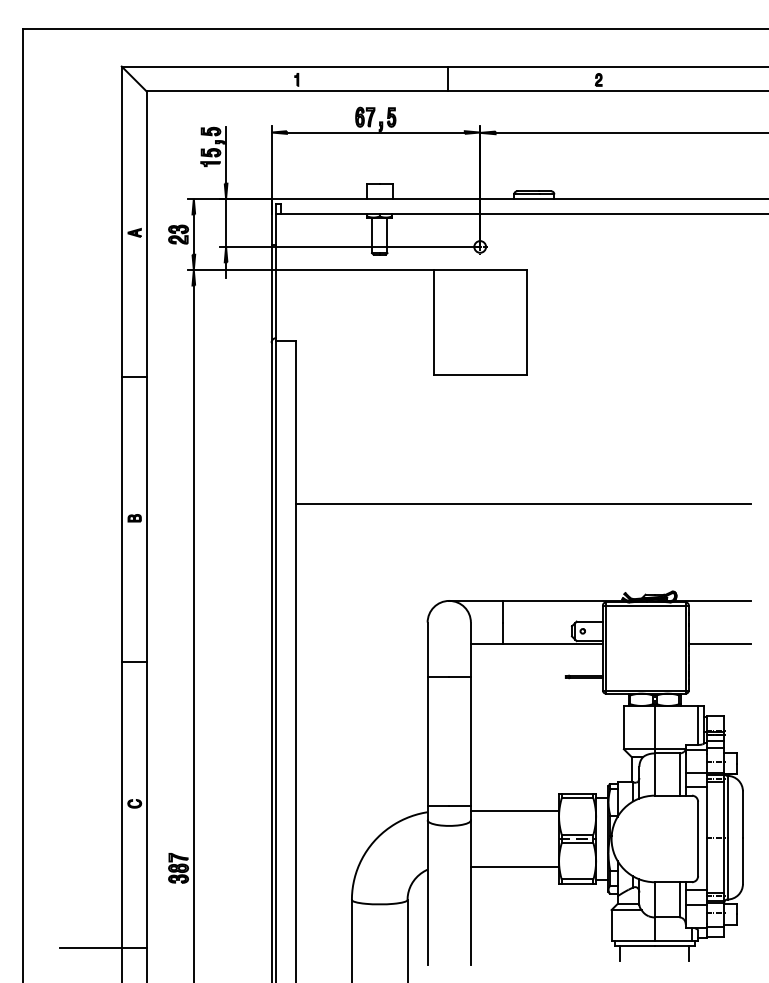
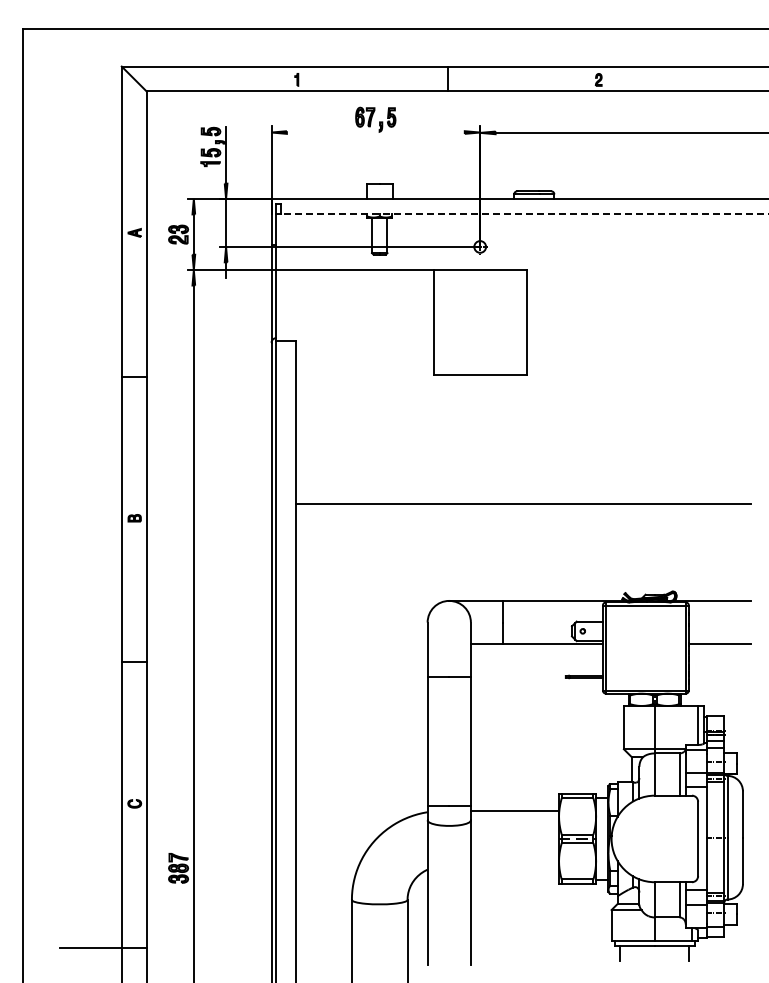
line at (375, 132): present -> none
line at (524, 214): solid -> dashed
line at (514, 866): present -> none
